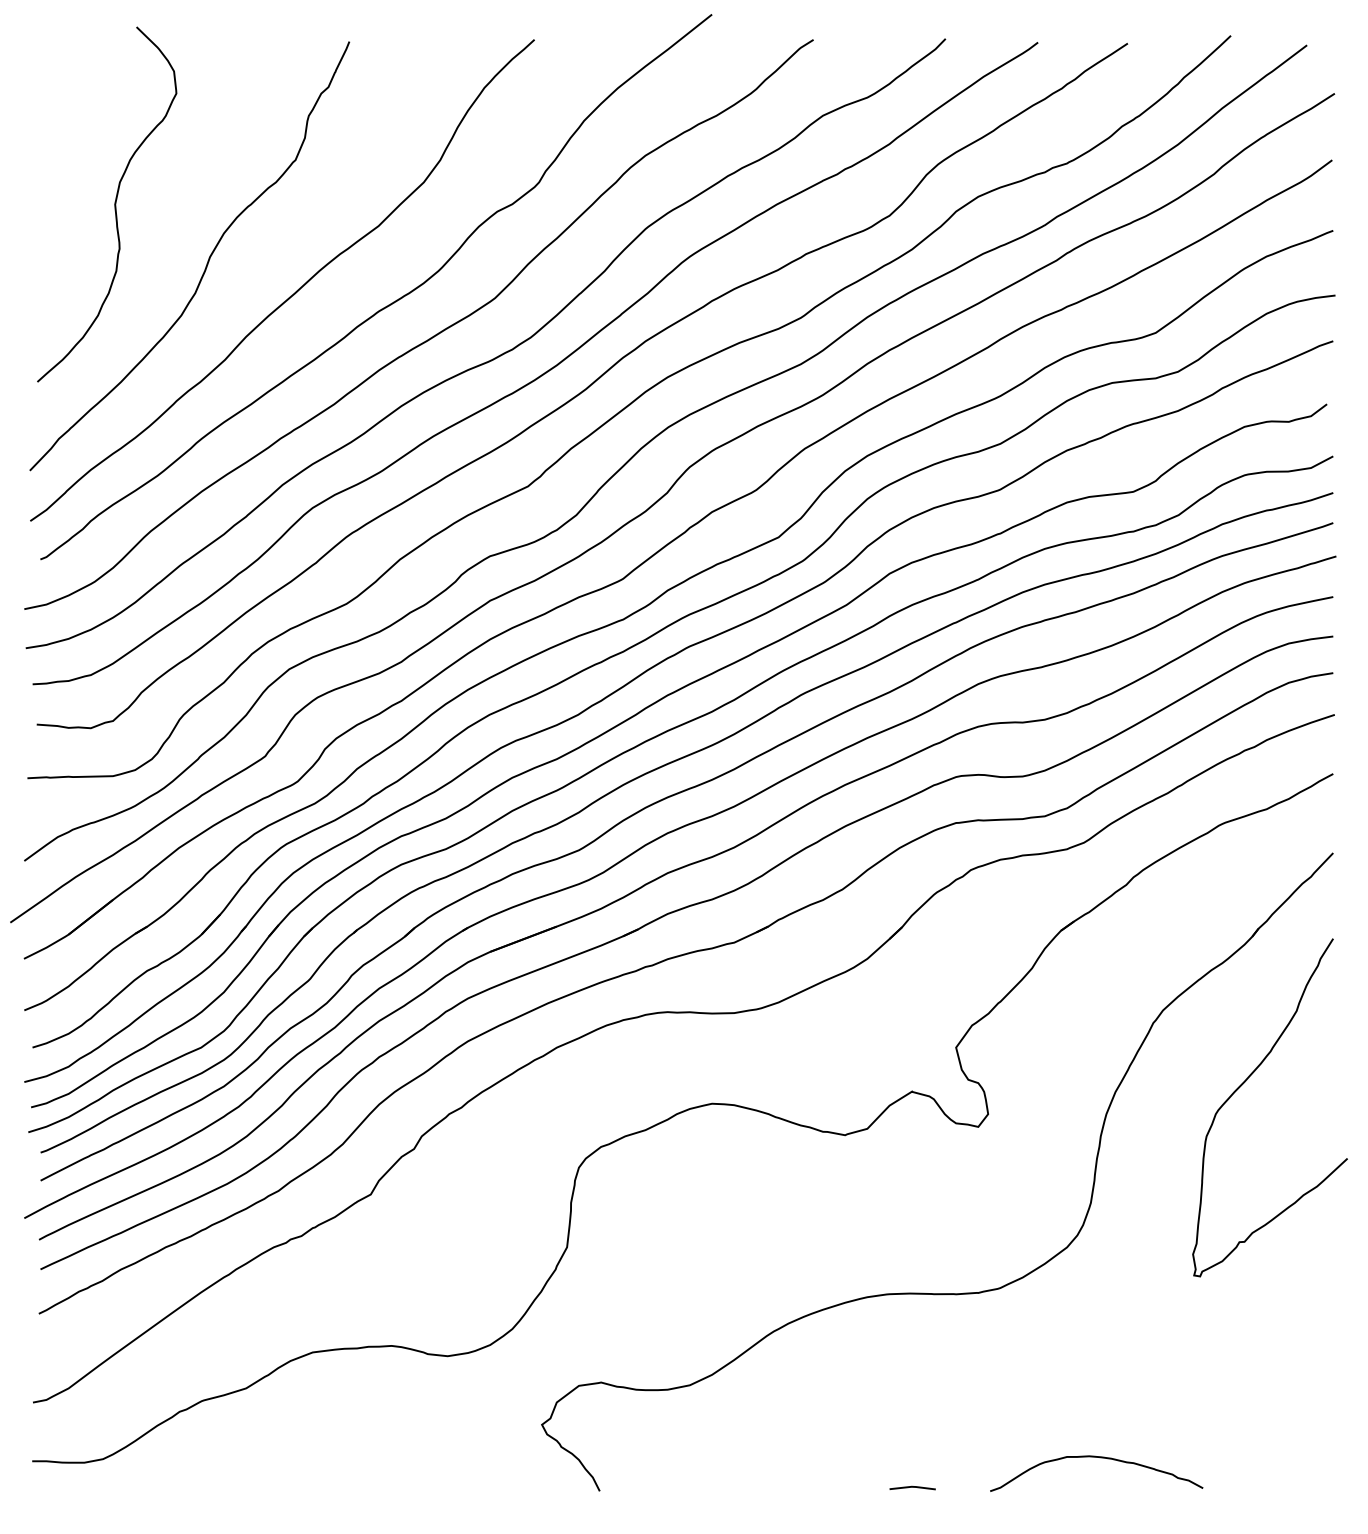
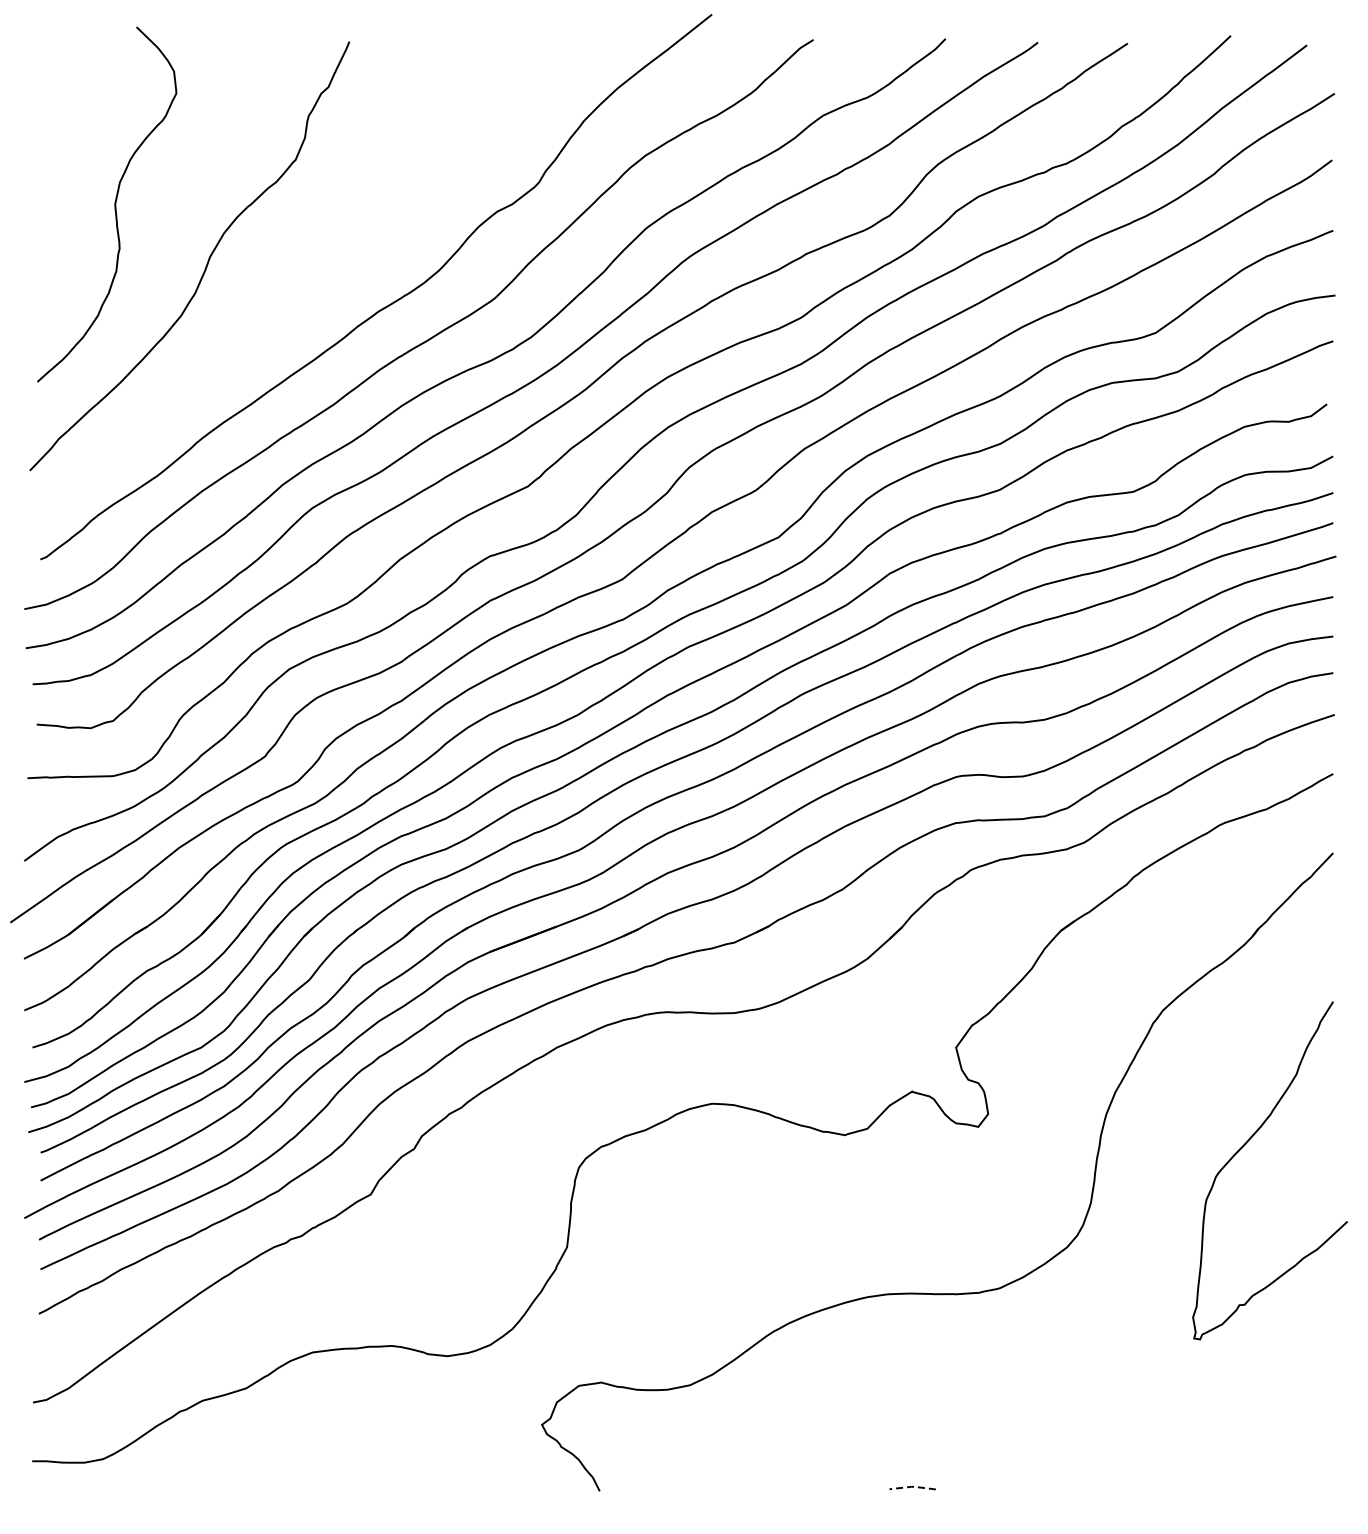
curve at (294, 292): present -> none
curve at (1245, 1082) position: (1245, 1082) -> (1245, 1145)
curve at (1100, 1458): present -> none
line at (912, 1486): solid -> dashed
